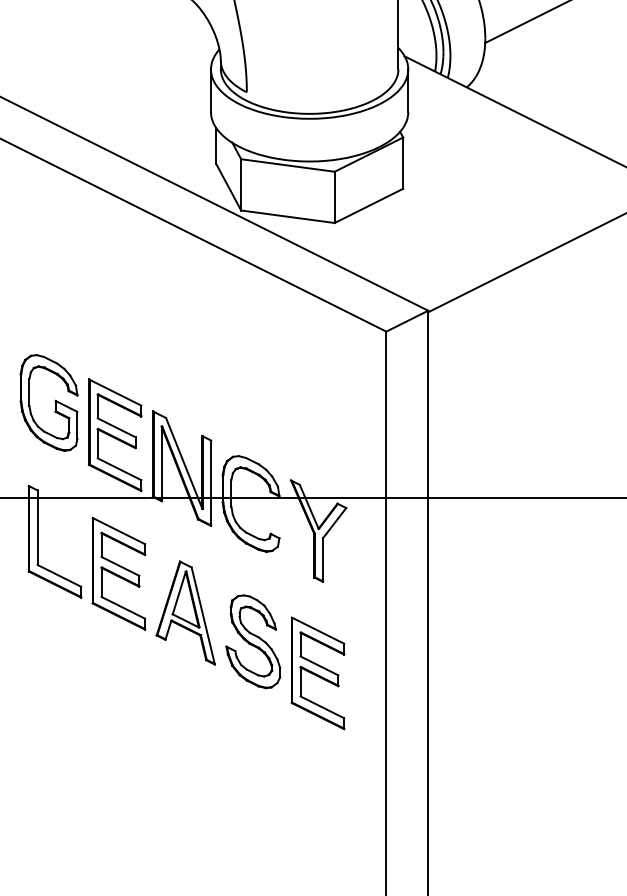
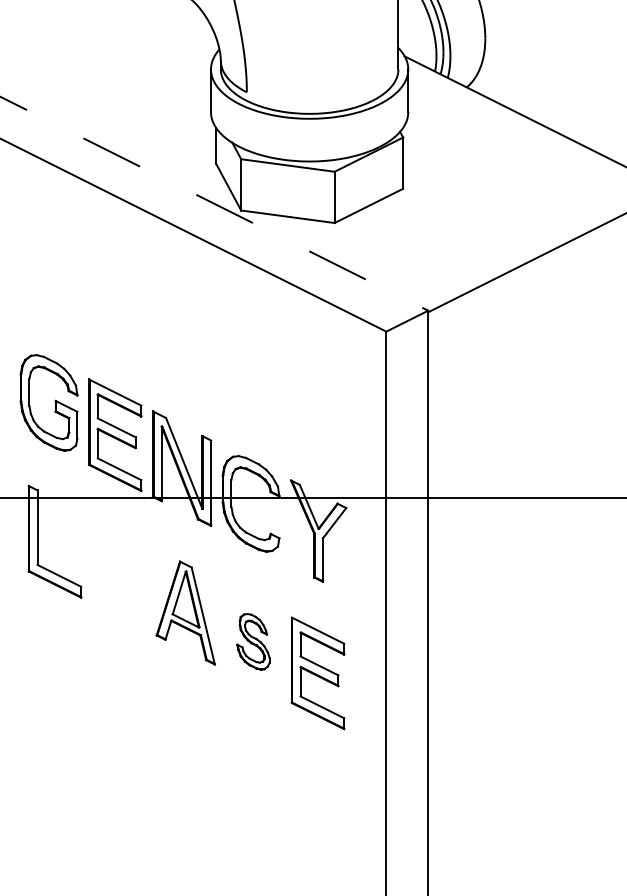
line at (526, 22): present -> none
line at (214, 203): solid -> dashed
part at (118, 573): present -> none
part at (253, 641) size: 57x96 px -> 35x58 px
